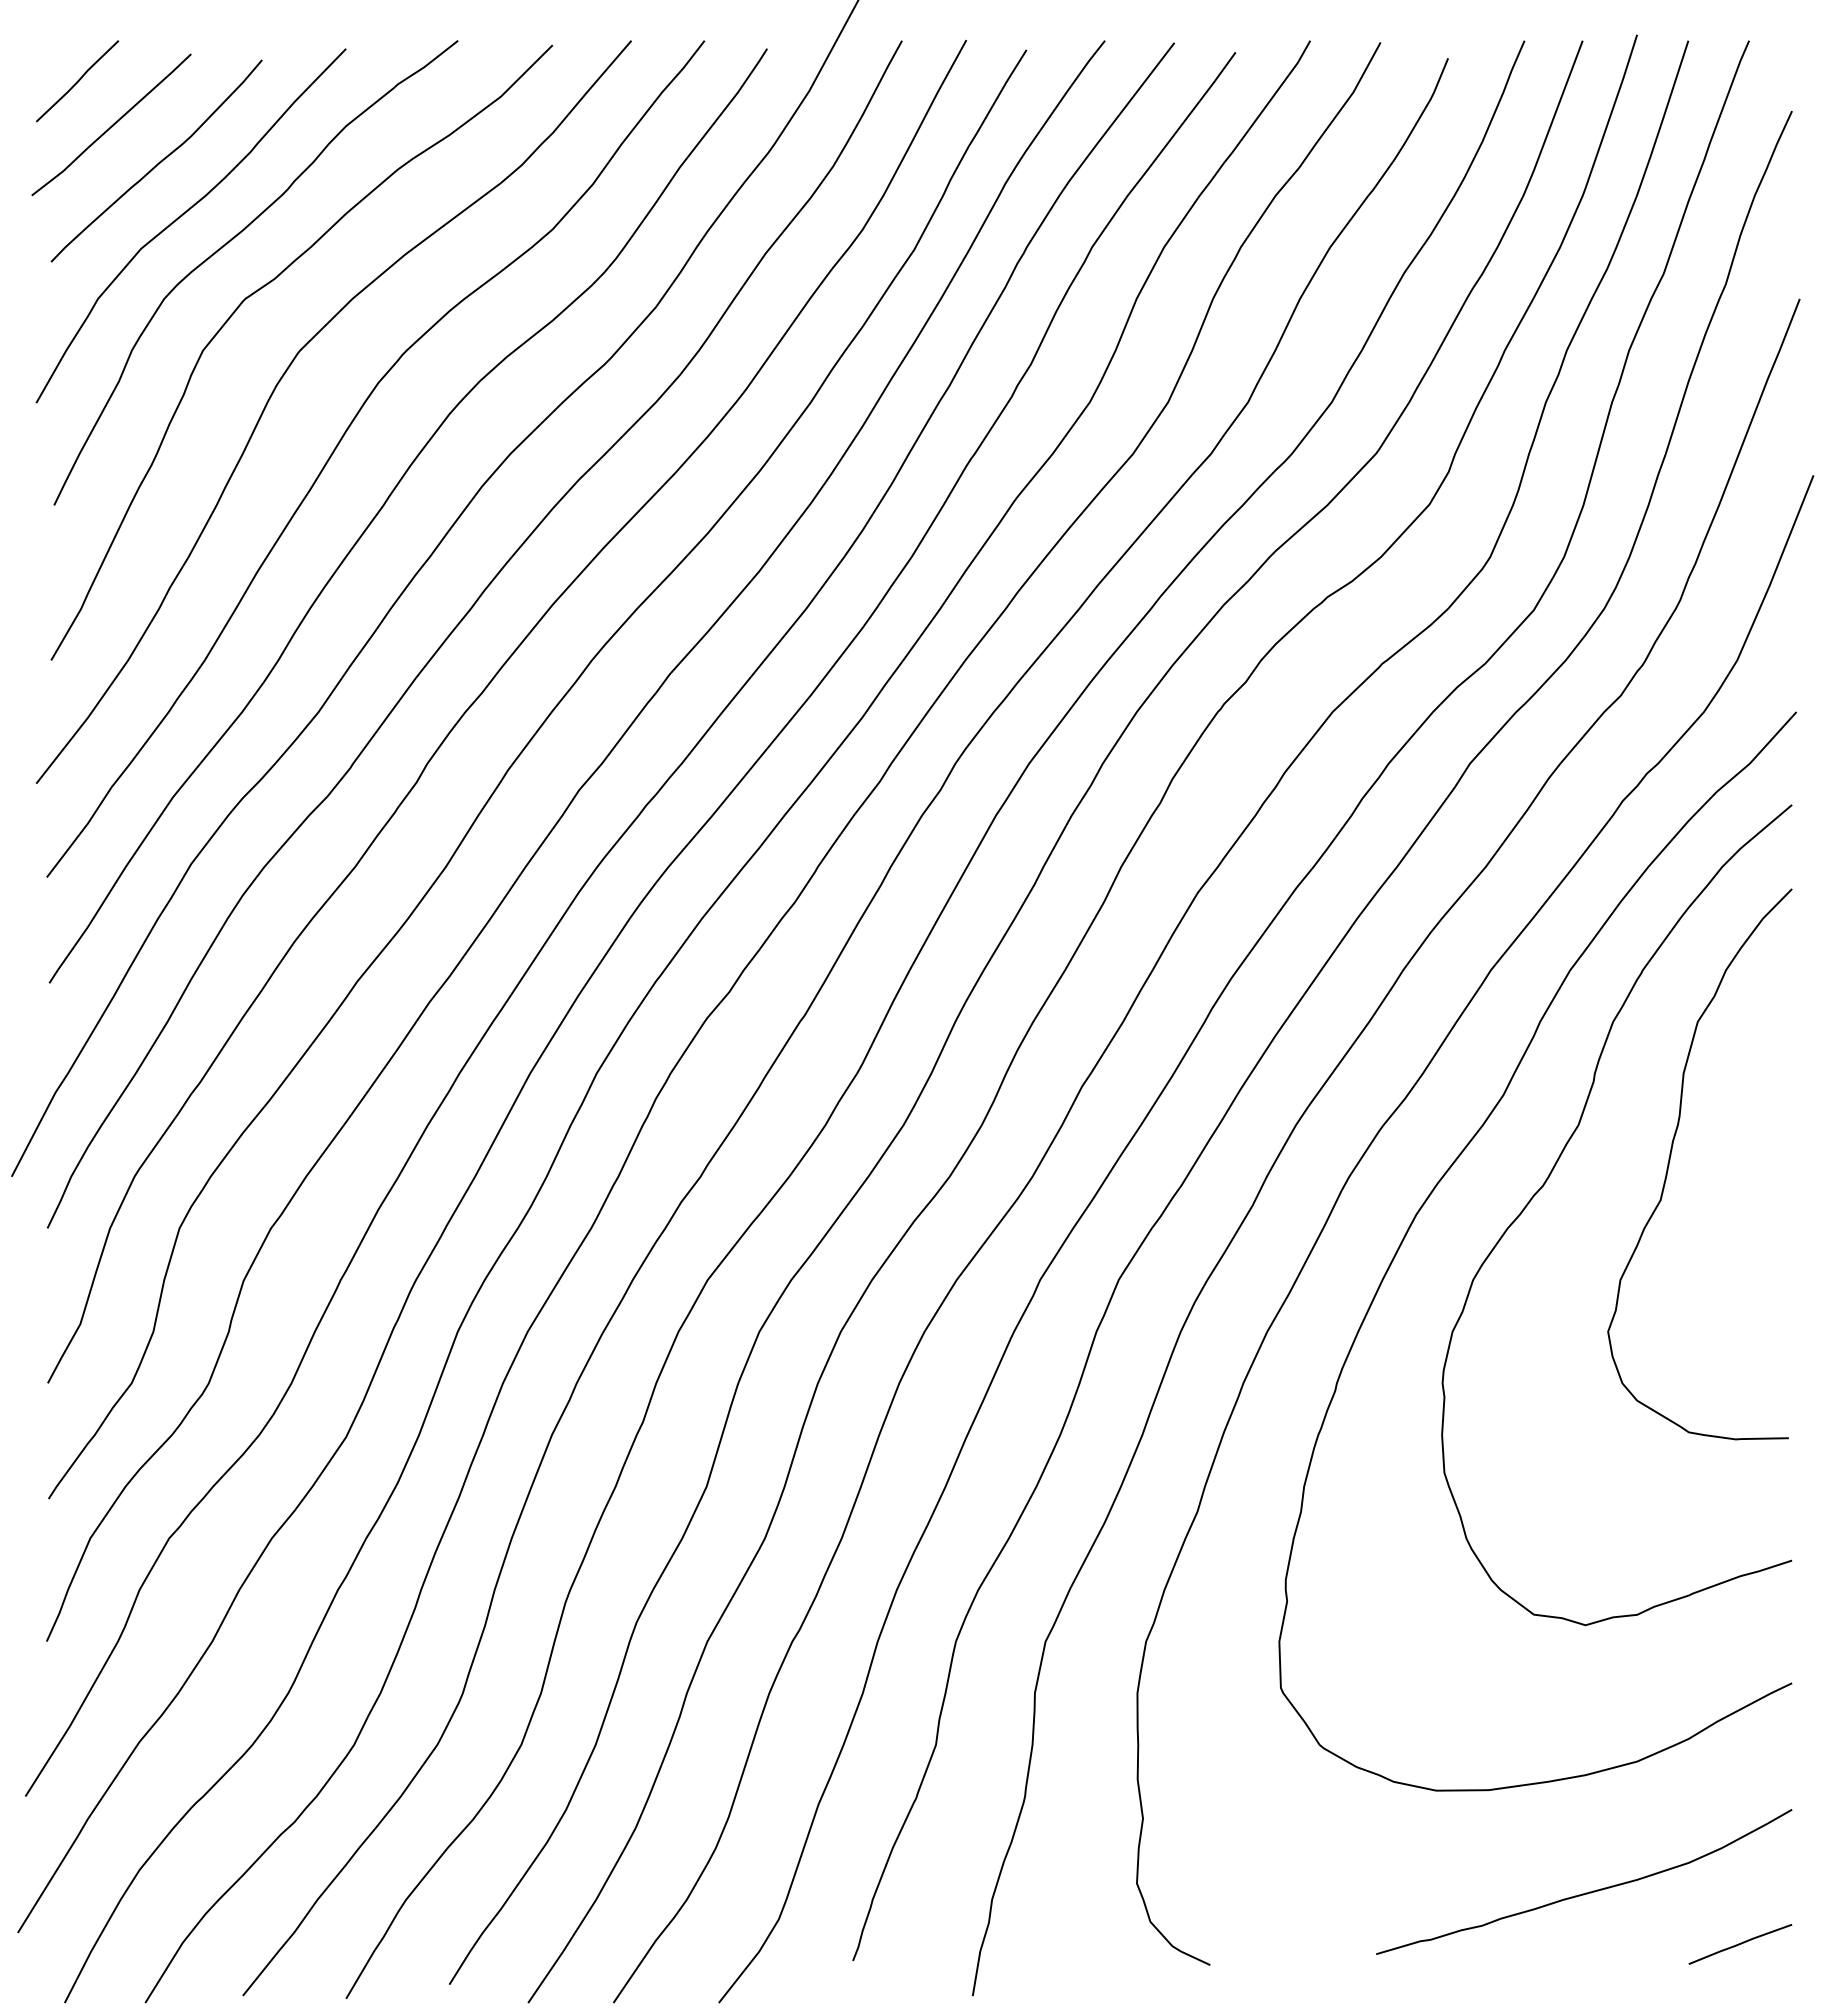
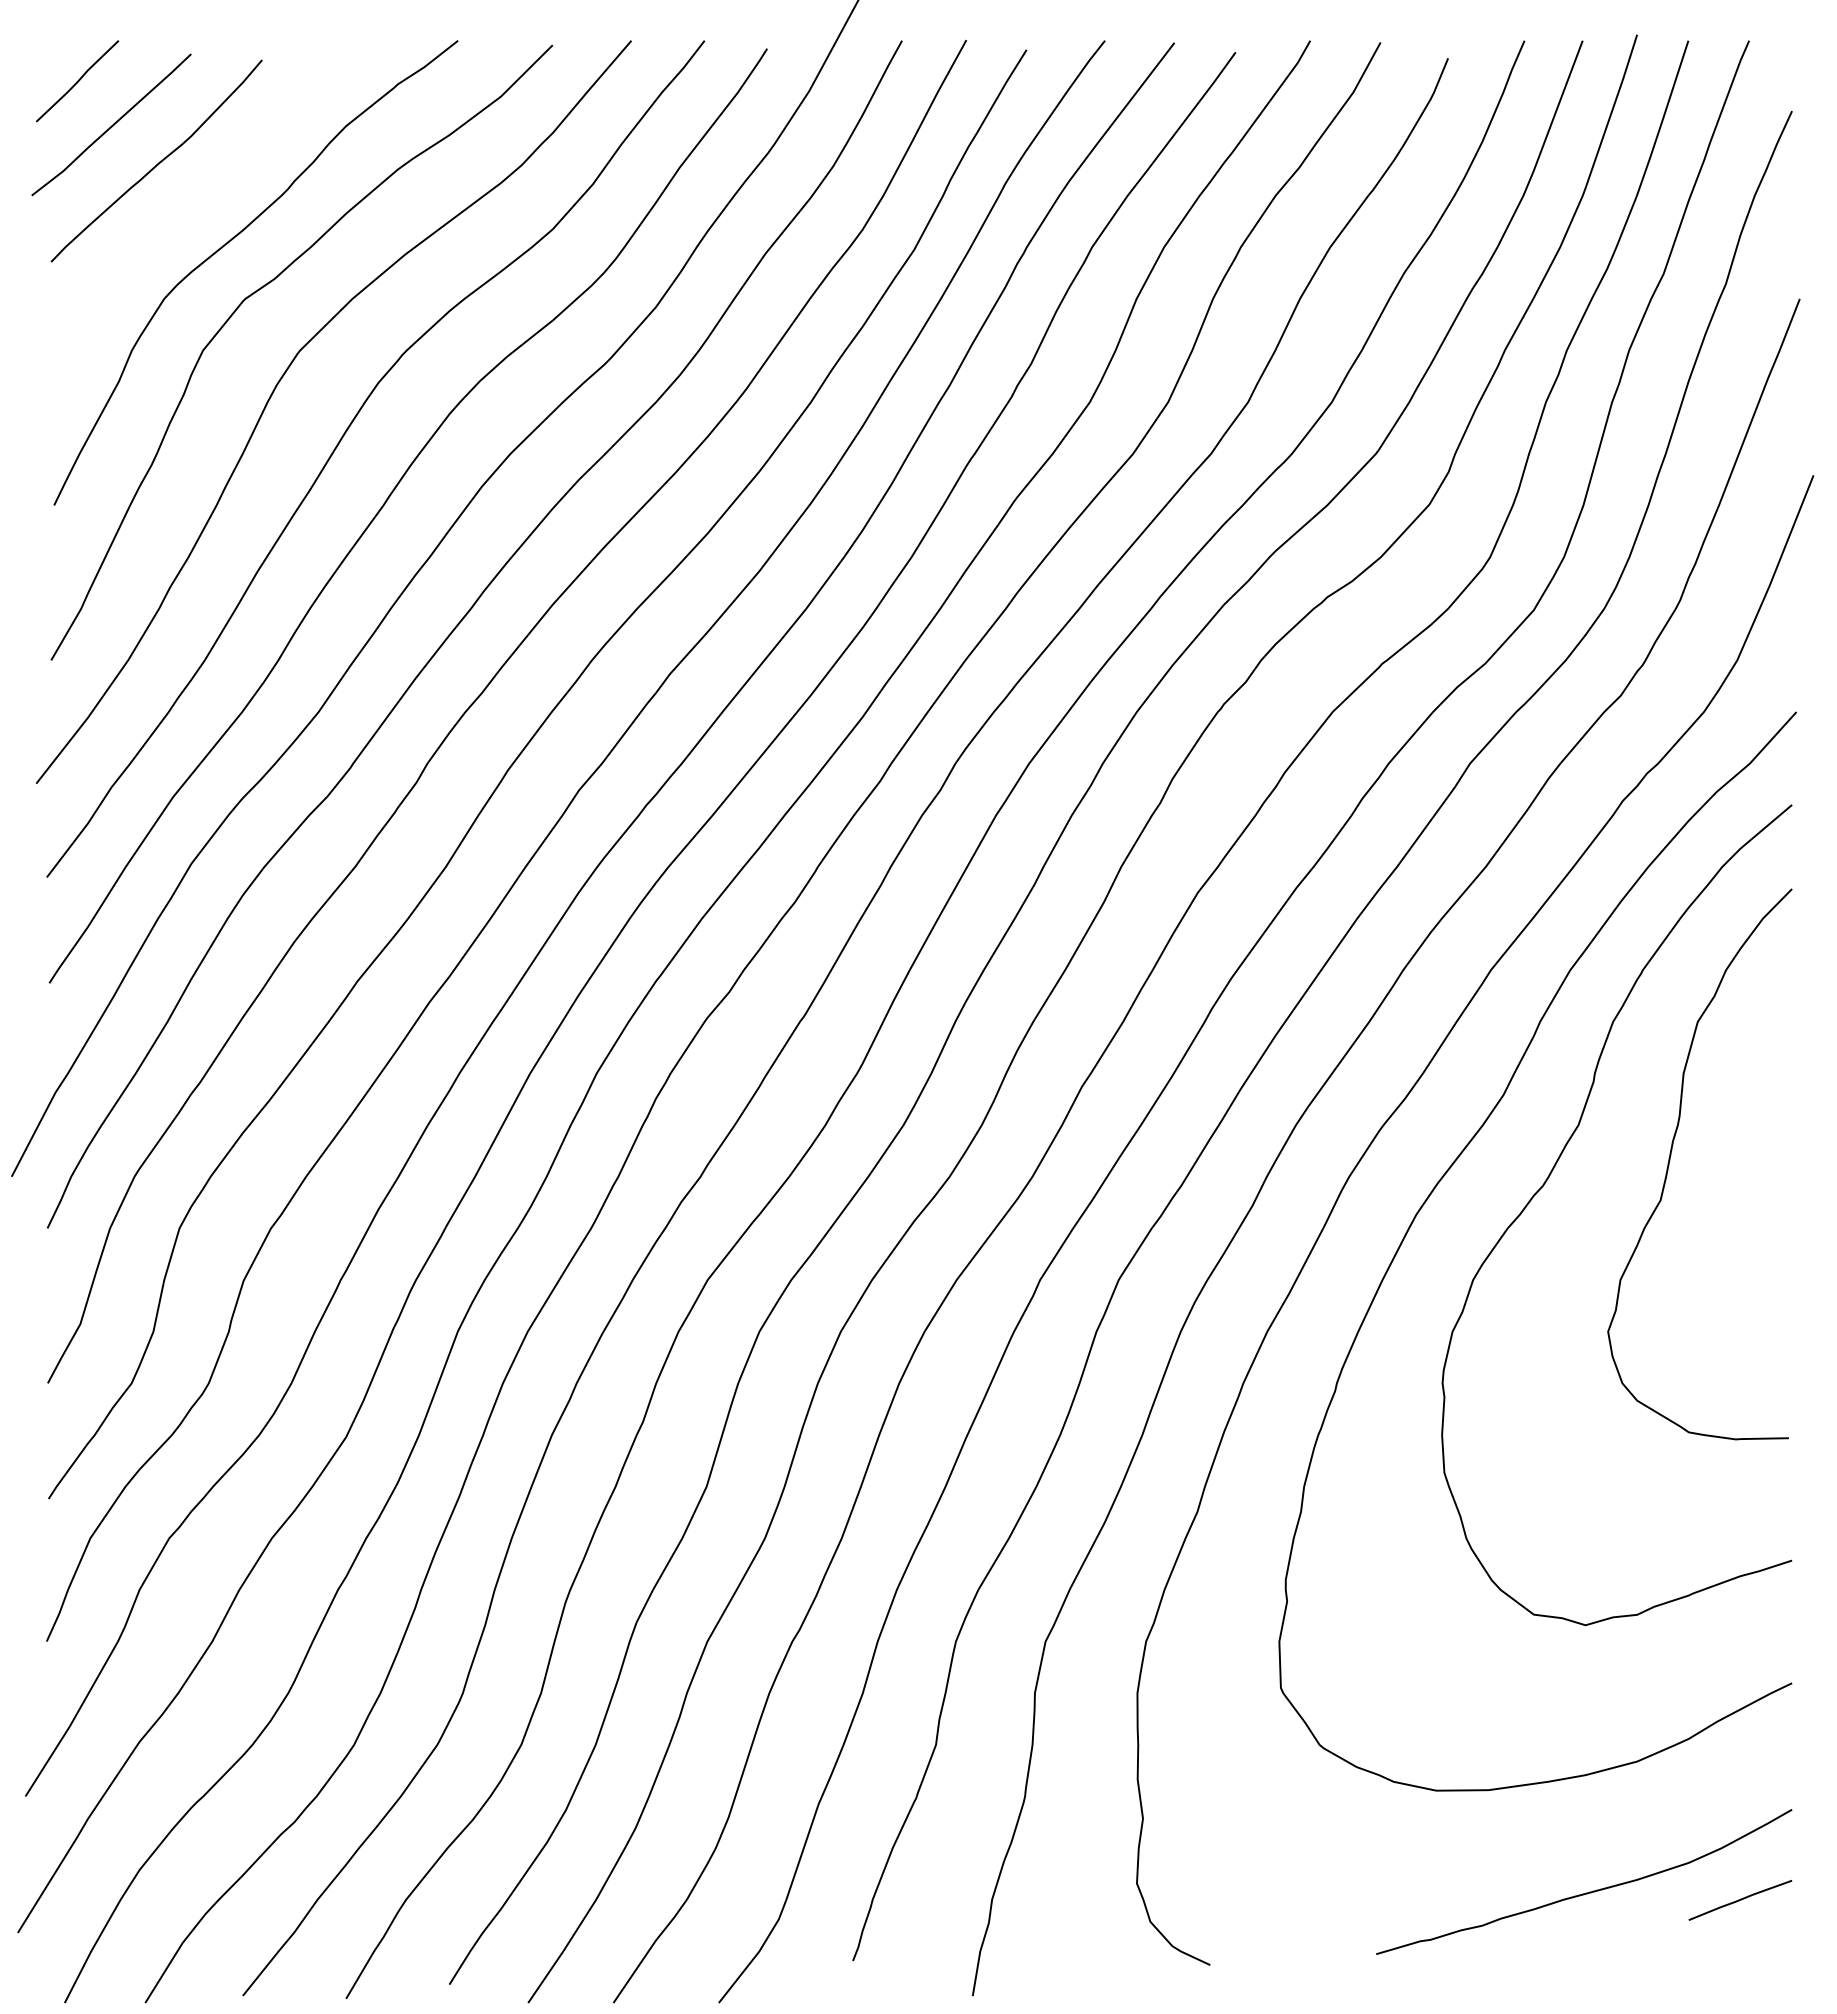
curve at (182, 216): present -> none
line at (1740, 1944) position: (1740, 1944) -> (1740, 1900)
